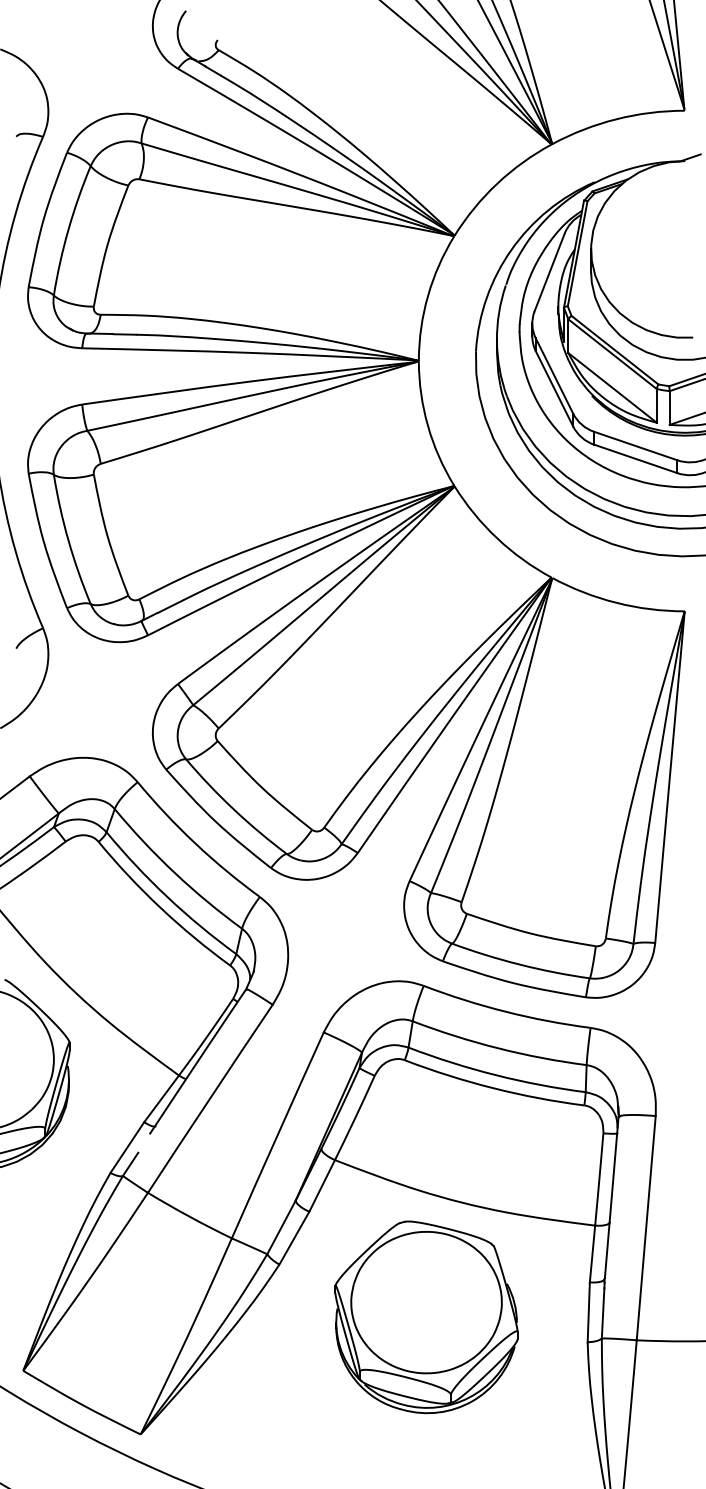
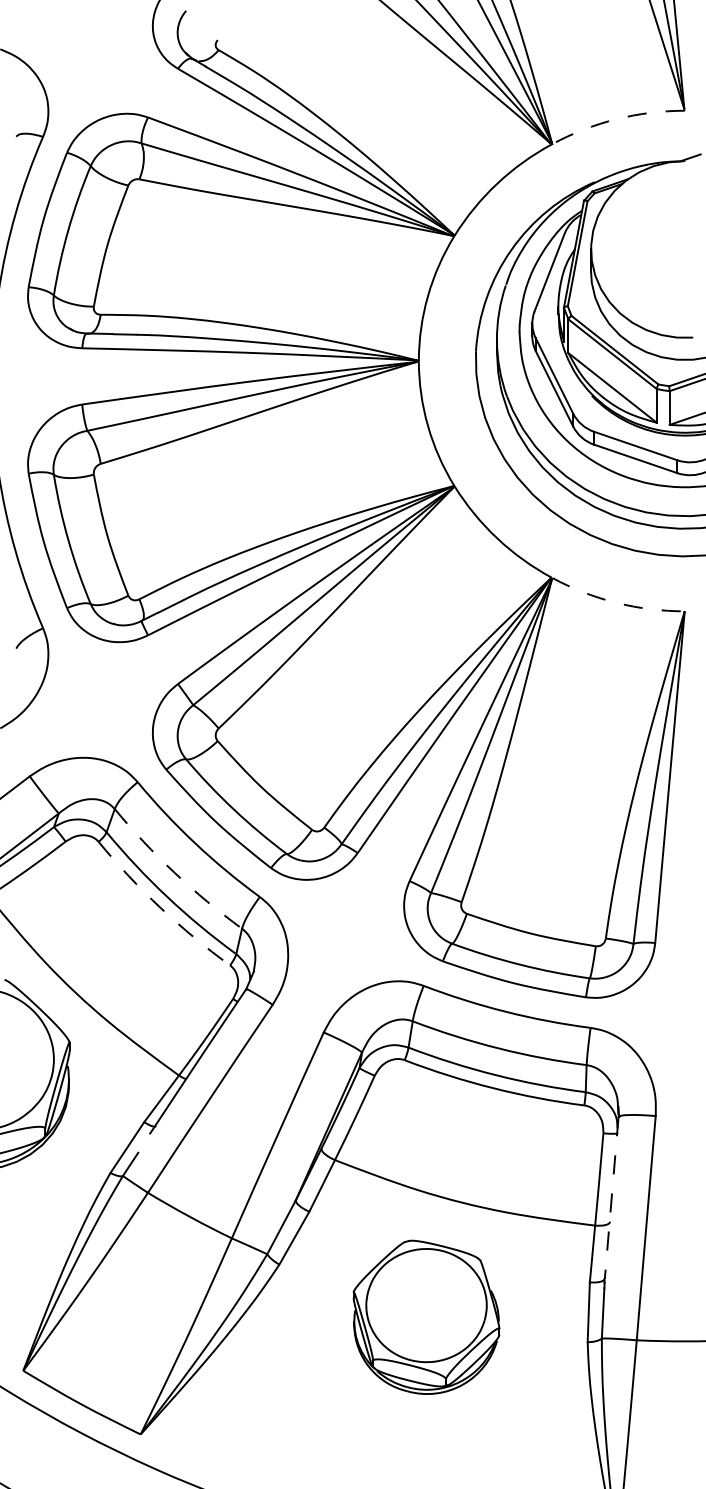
arc at (616, 119): solid -> dashed
arc at (616, 602): solid -> dashed
arc at (174, 872): solid -> dashed
arc at (160, 907): solid -> dashed
line at (611, 1197): solid -> dashed
part at (426, 1317) size: 185x195 px -> 149x156 px
